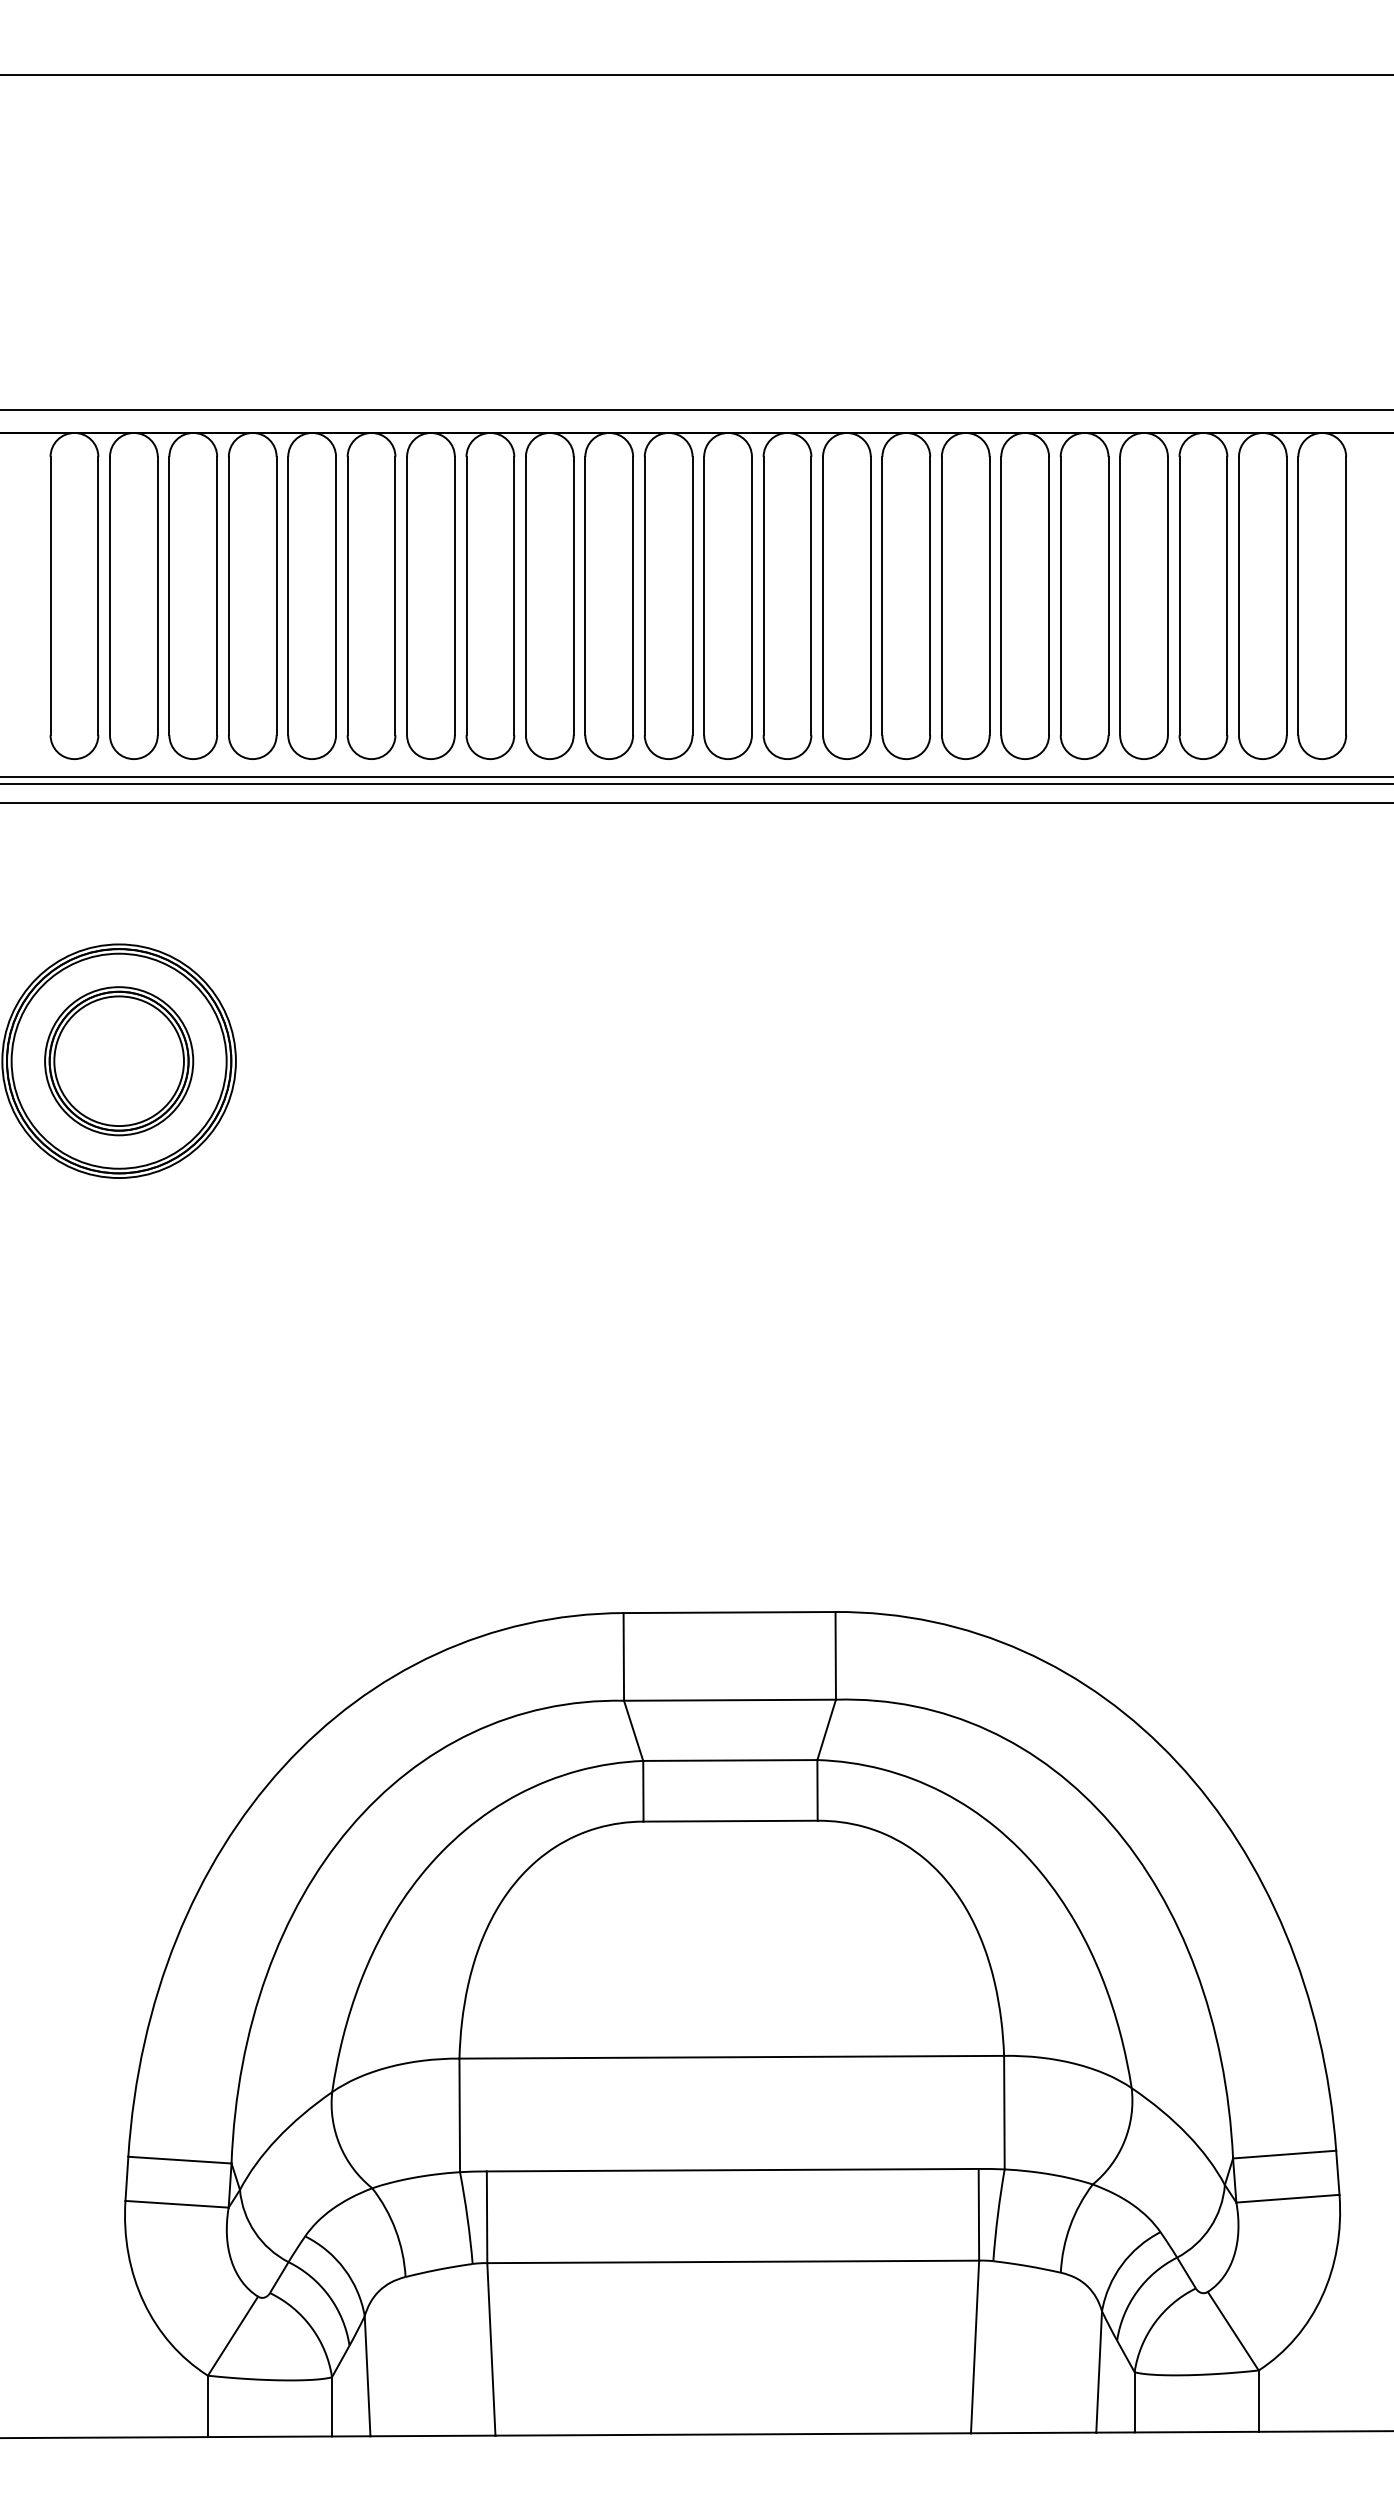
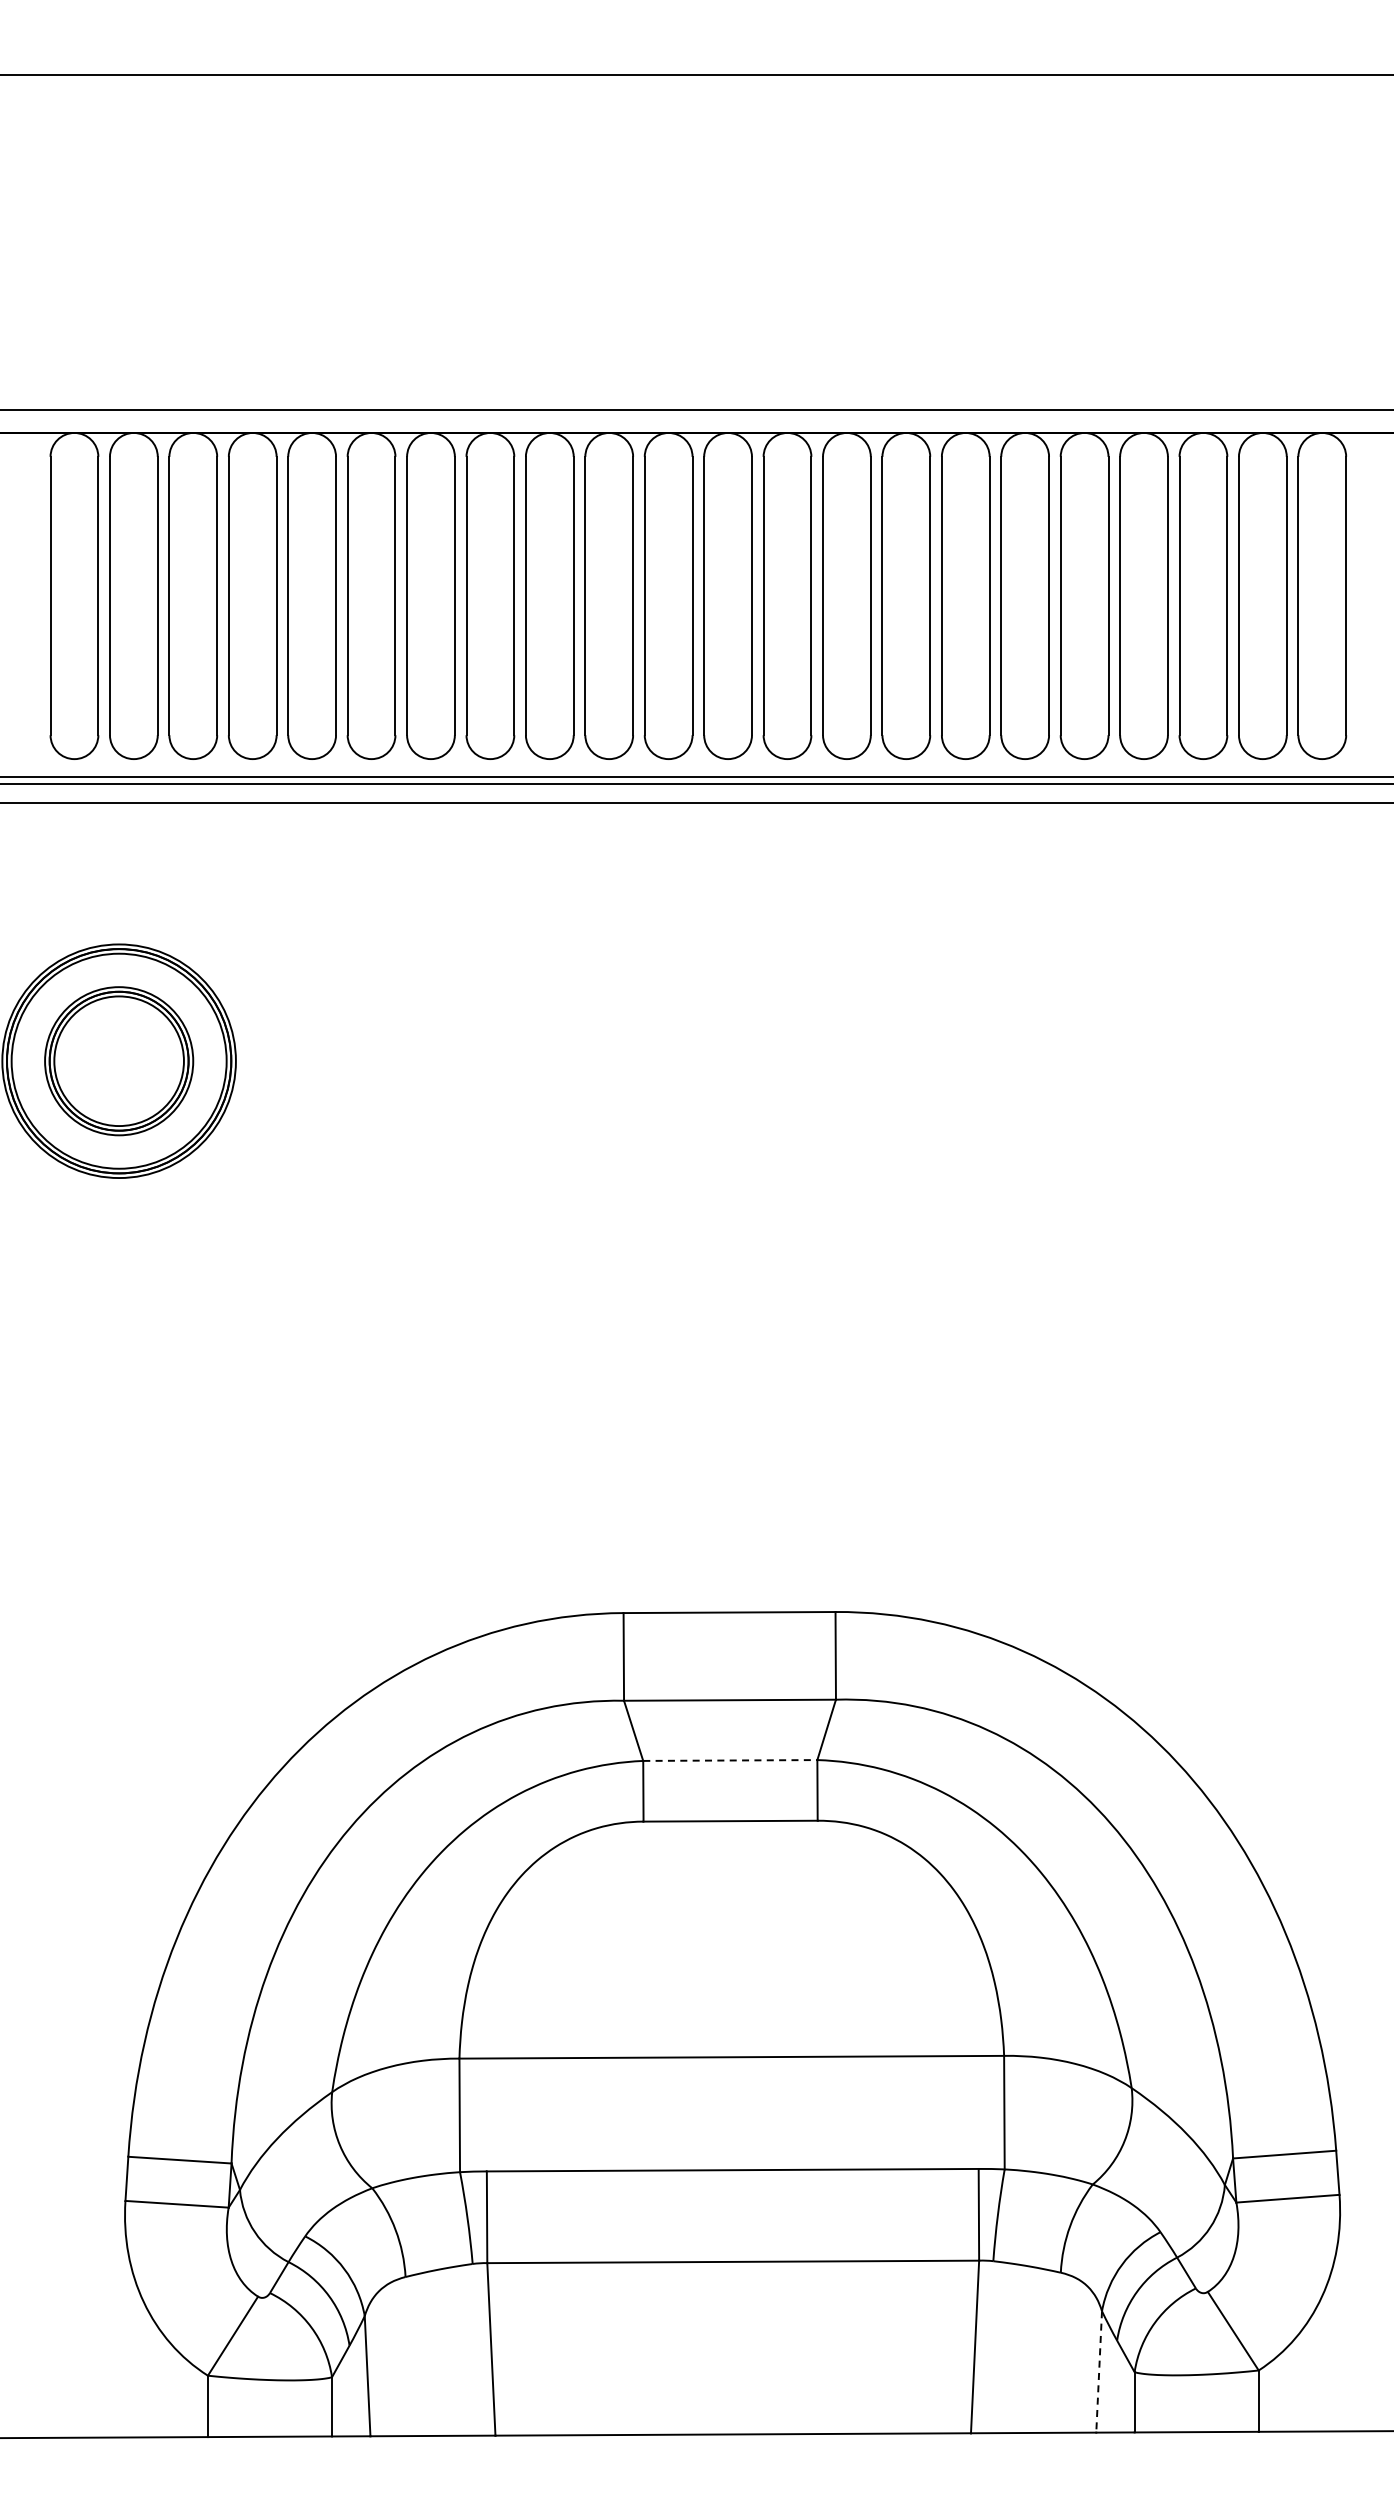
line at (730, 1760): solid -> dashed
line at (1099, 2371): solid -> dashed
